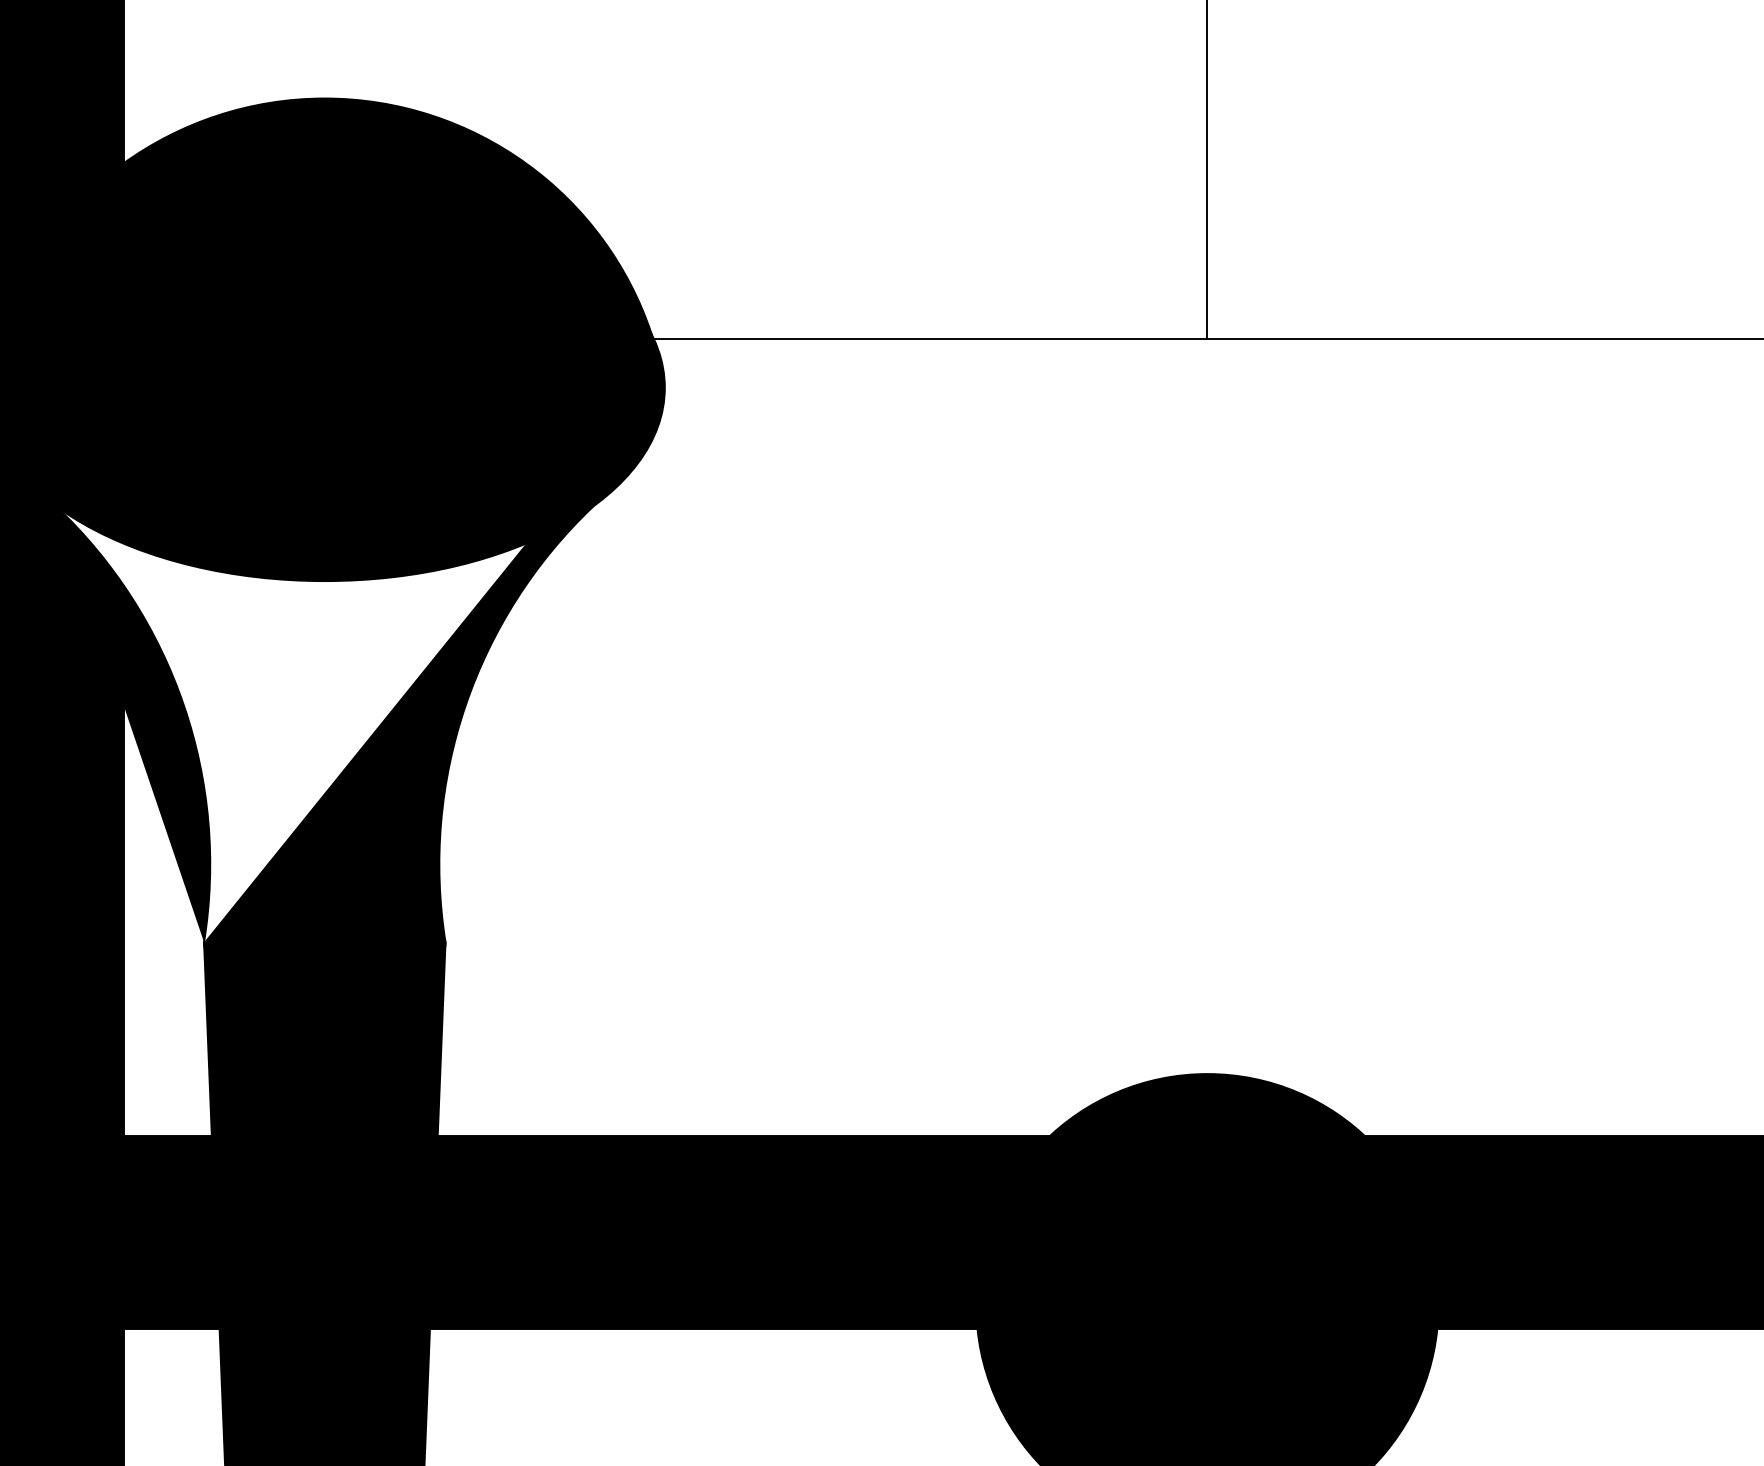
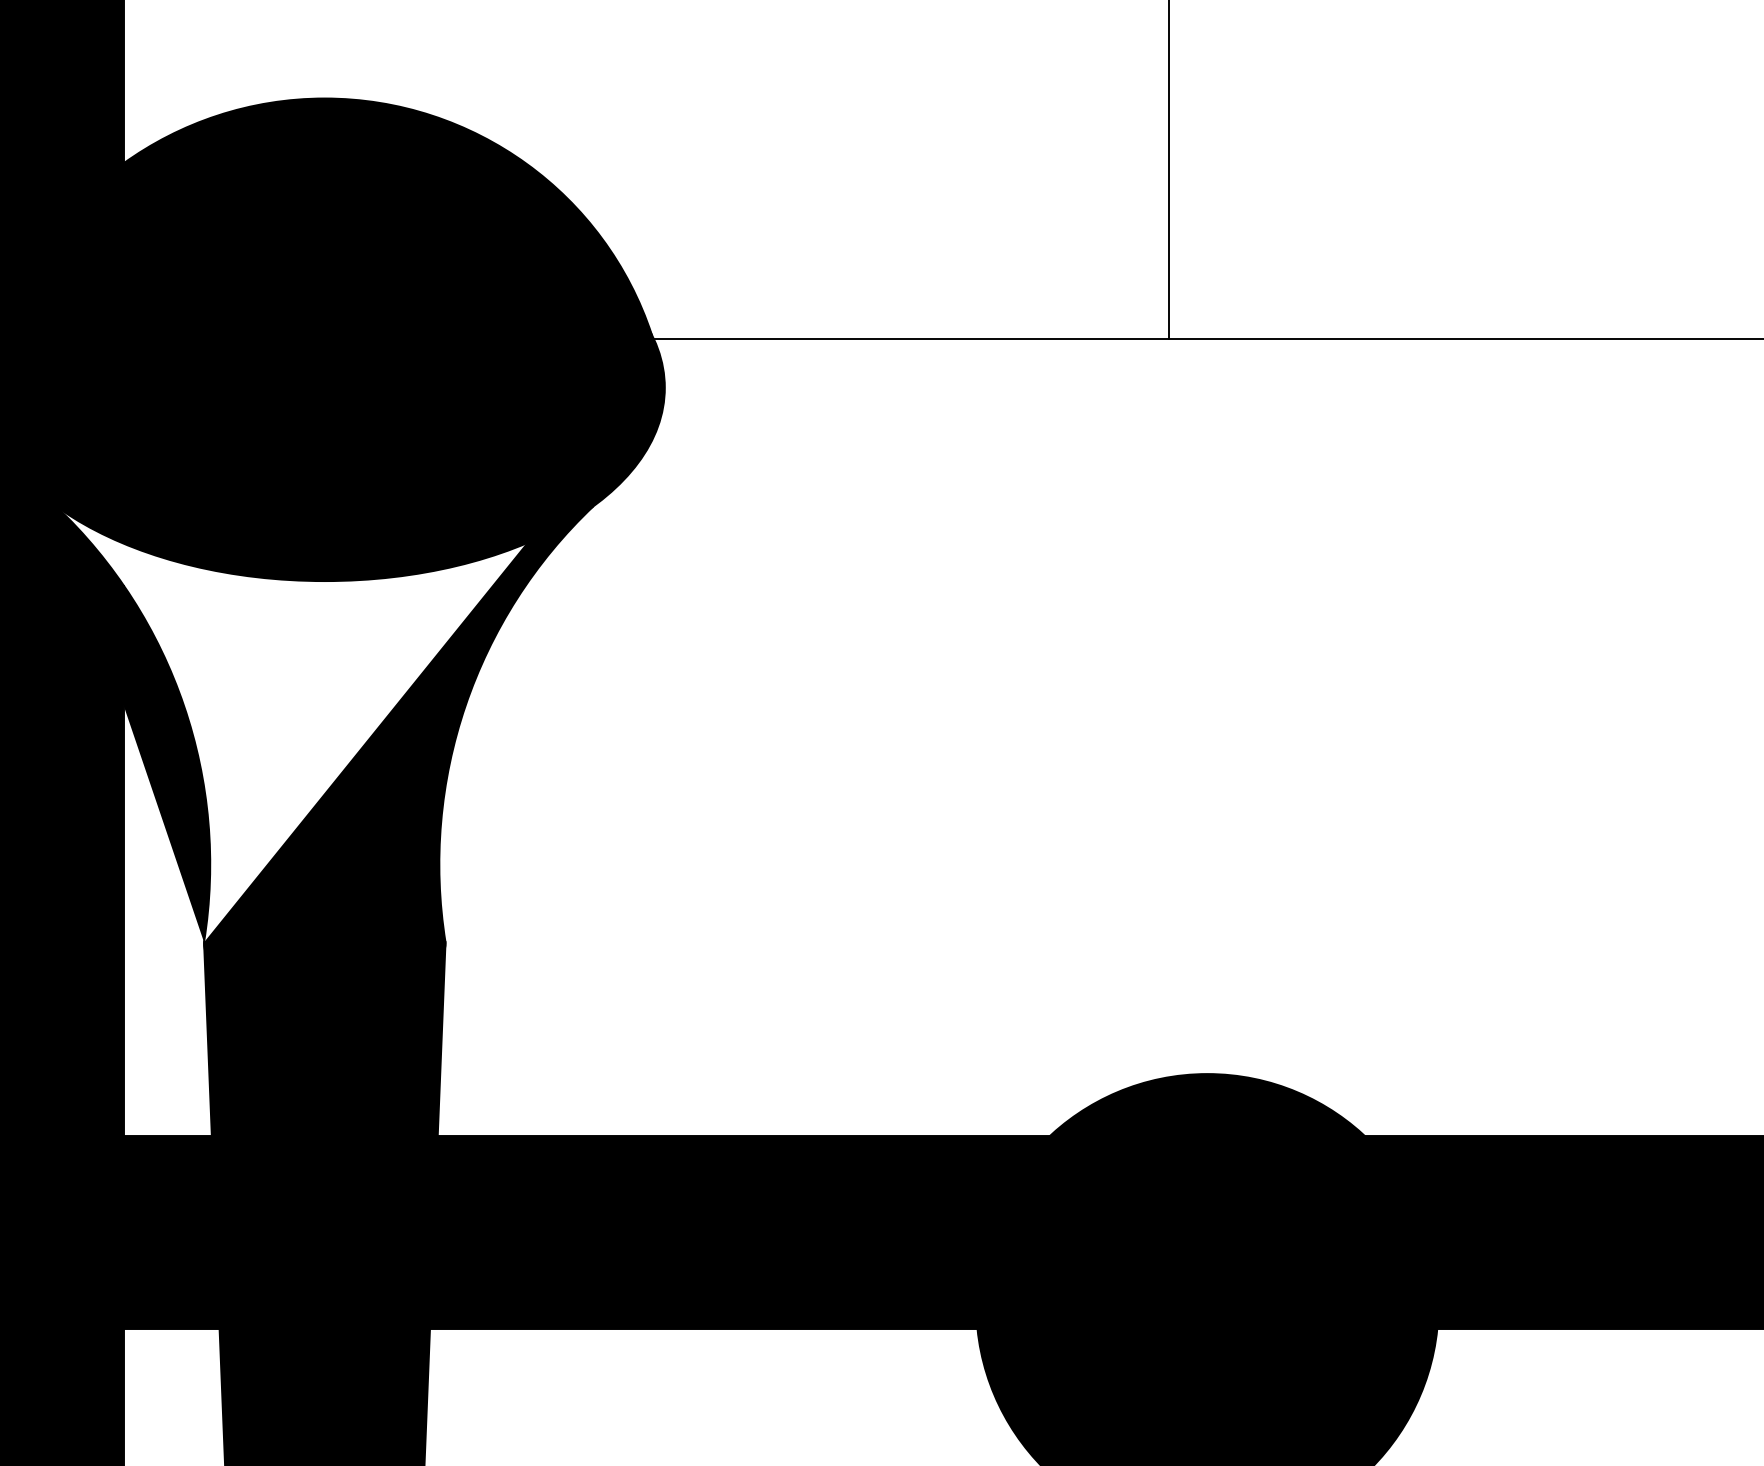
line at (1207, 170) position: (1207, 170) -> (1169, 170)
